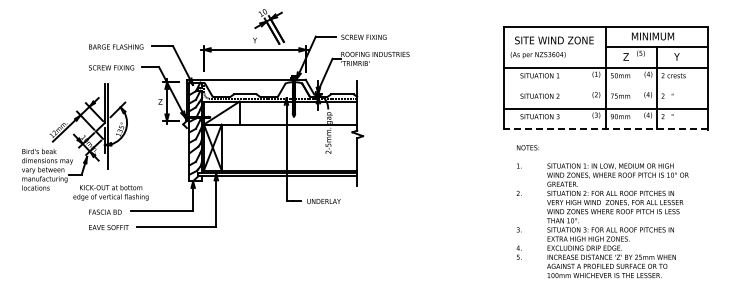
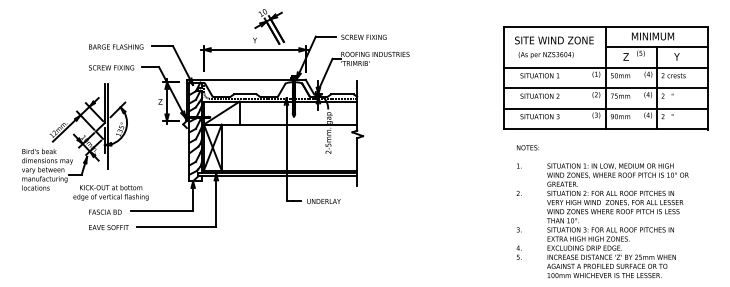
text at (537, 55) position: (537, 55) -> (545, 55)
line at (605, 88): none -> present
line at (605, 129): dashed -> solid
